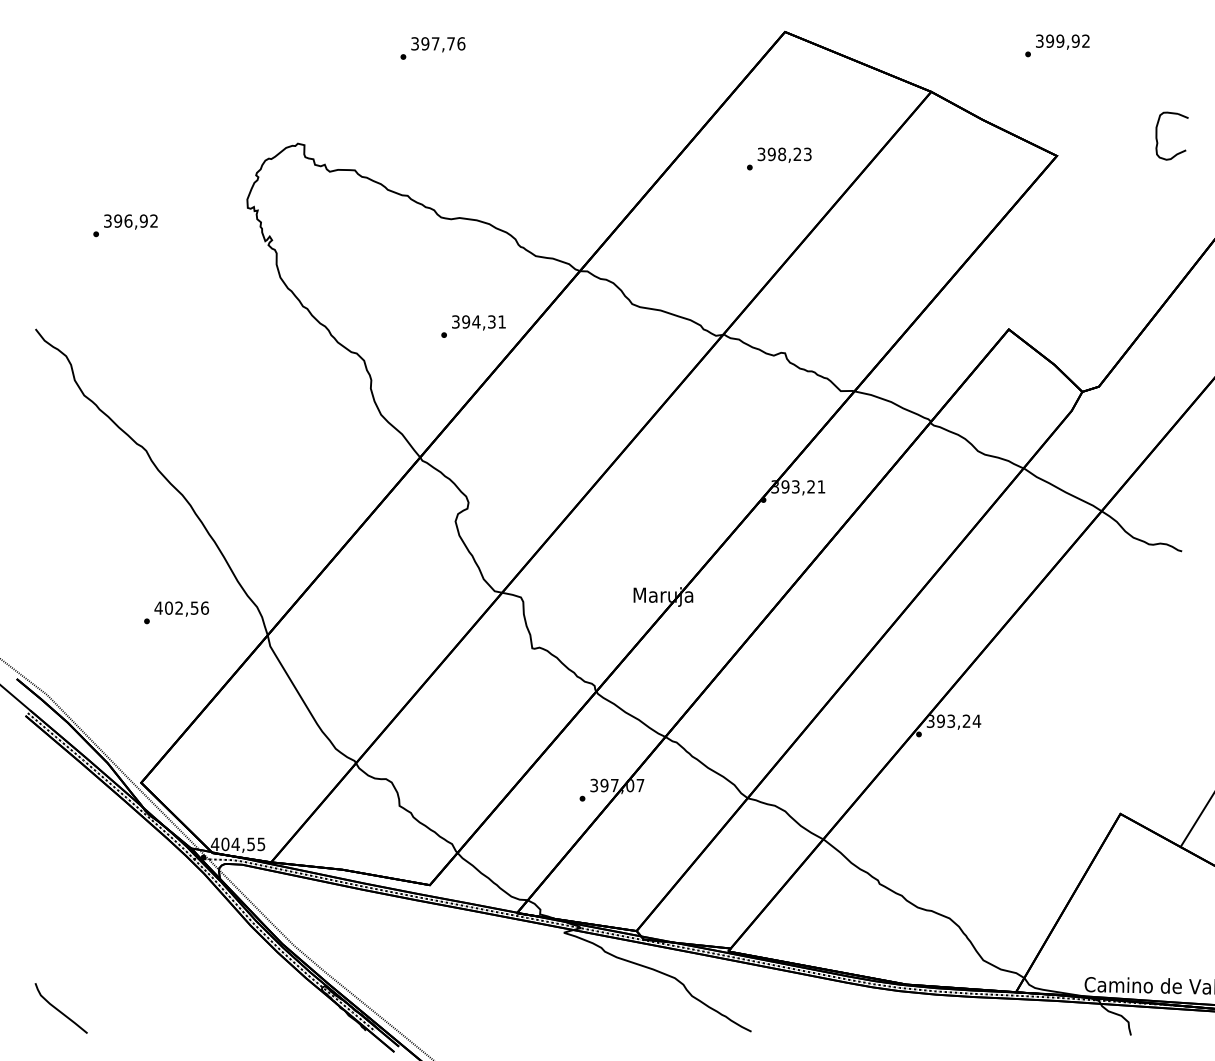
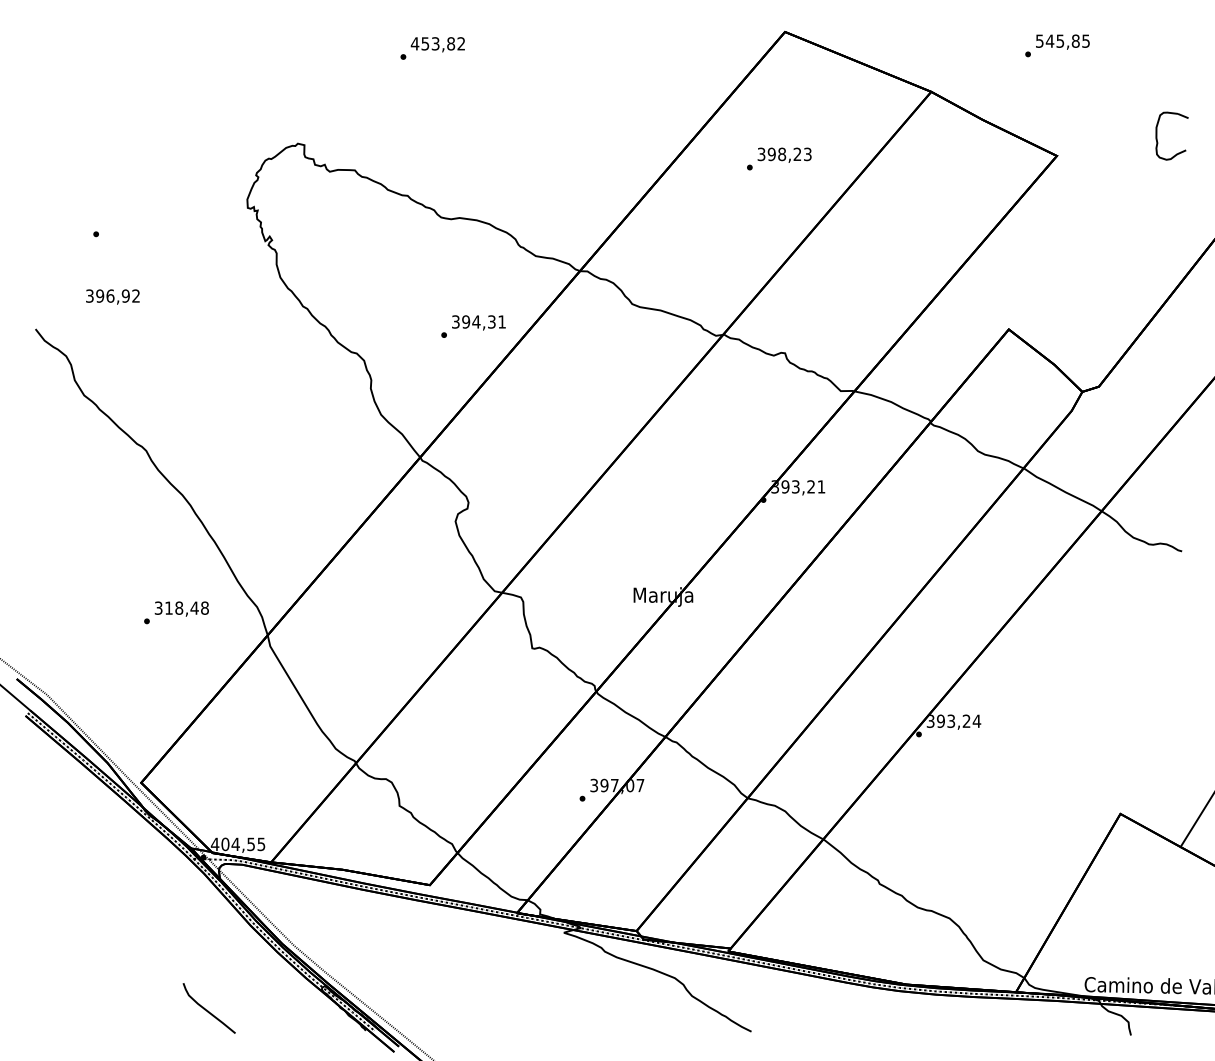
text at (1062, 40): 399,92 -> 545,85
text at (437, 43): 397,76 -> 453,82
text at (130, 221) position: (130, 221) -> (112, 296)
text at (181, 607): 402,56 -> 318,48
curve at (60, 1010) position: (60, 1010) -> (208, 1010)
